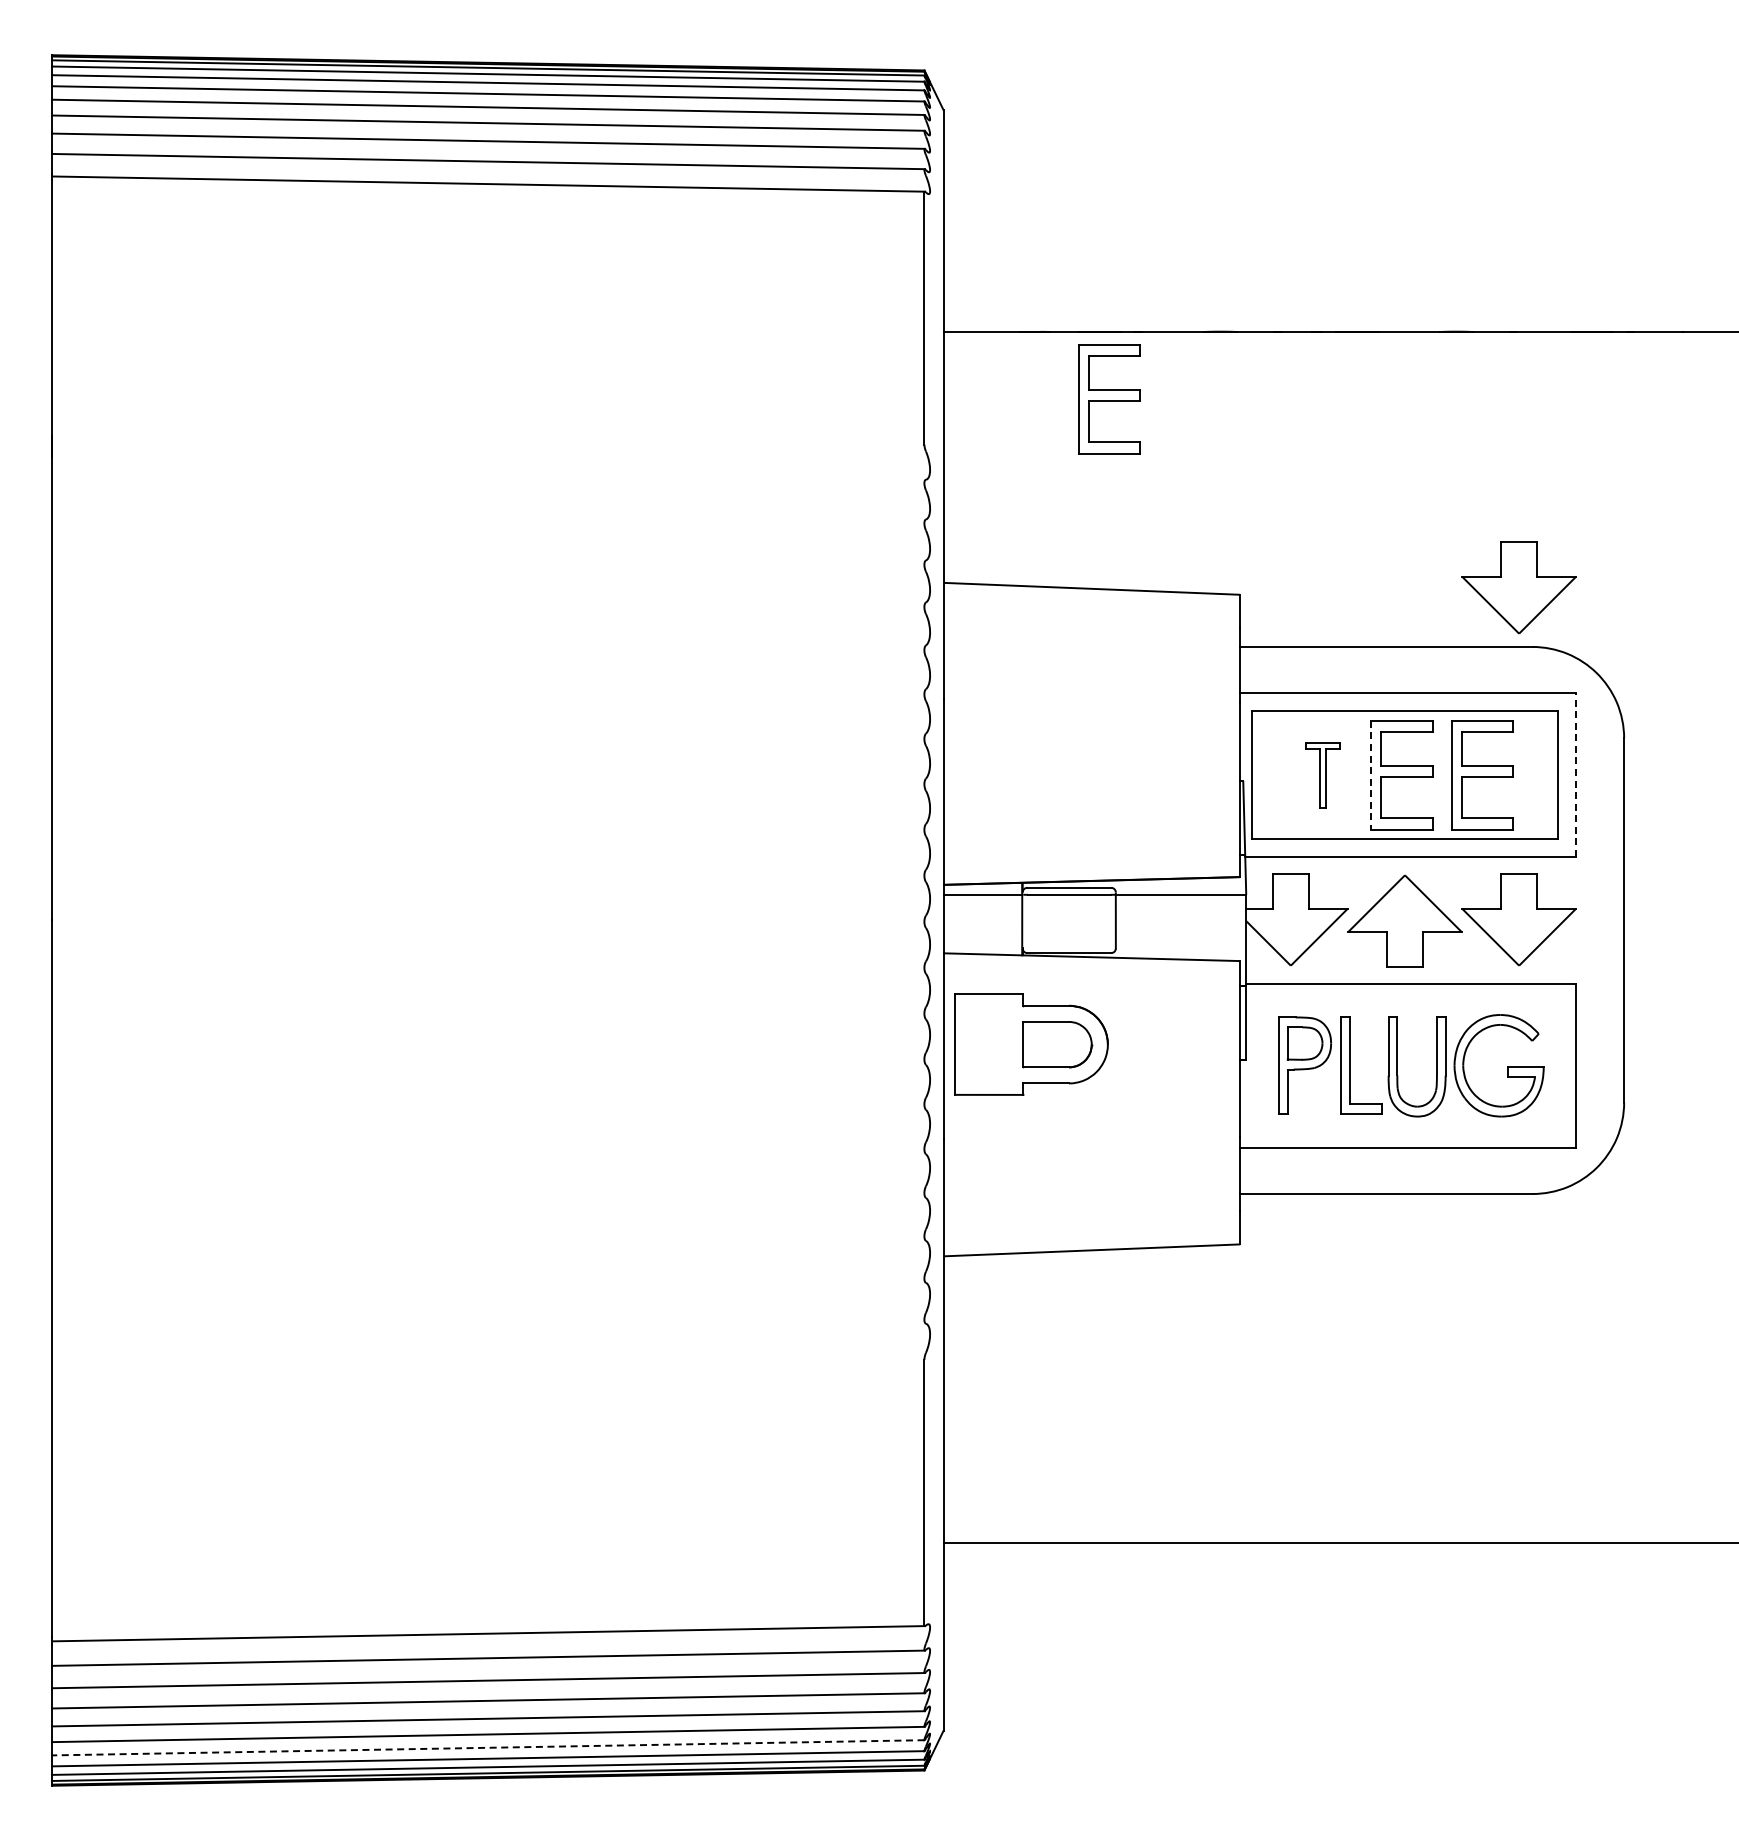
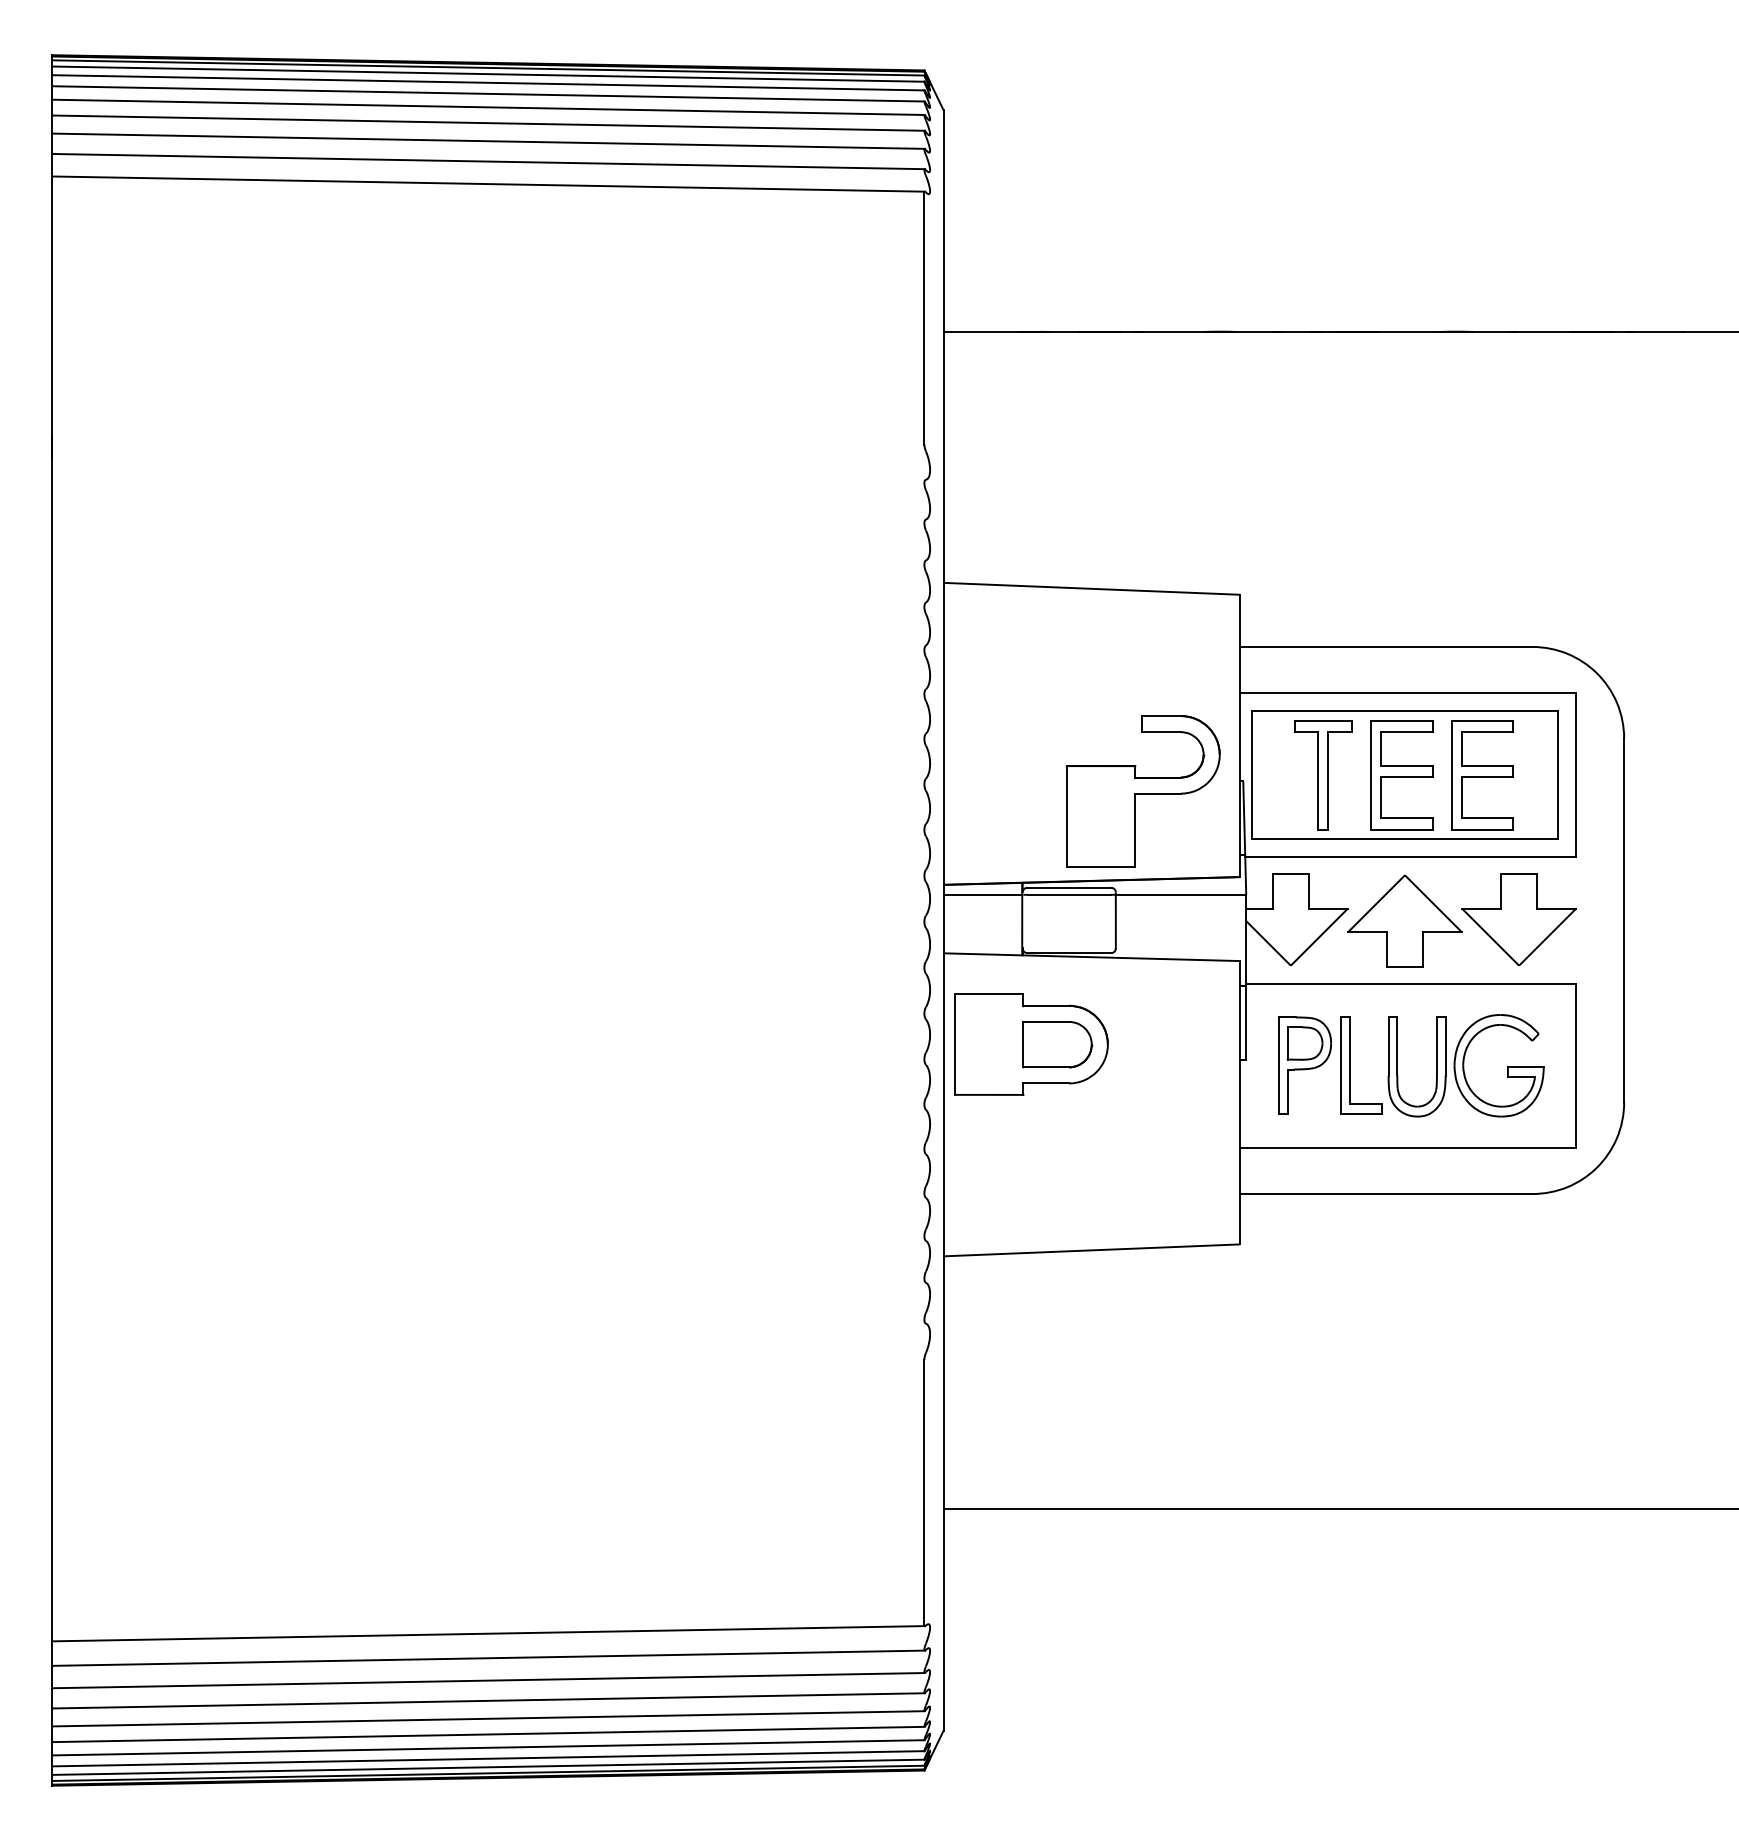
part at (1109, 399): present -> none
part at (1518, 587): present -> none
line at (1576, 774): dashed -> solid
part at (1322, 775) size: 36x67 px -> 59x111 px
line at (1371, 775): dashed -> solid
part at (1142, 791): none -> present
line at (1339, 1542) position: (1339, 1542) -> (1339, 1508)
line at (487, 1747): dashed -> solid
